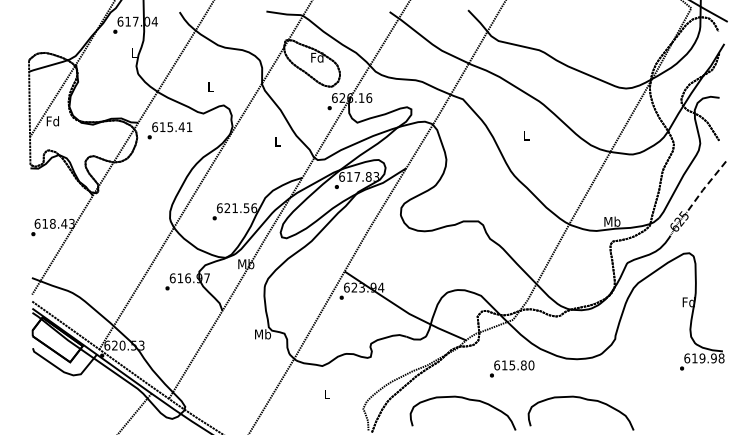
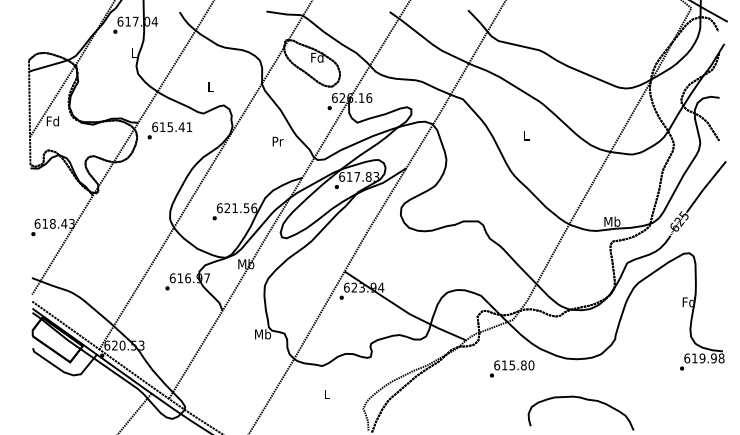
text at (277, 141): L -> Pr
line at (705, 186): dashed -> solid
curve at (464, 399): present -> none
